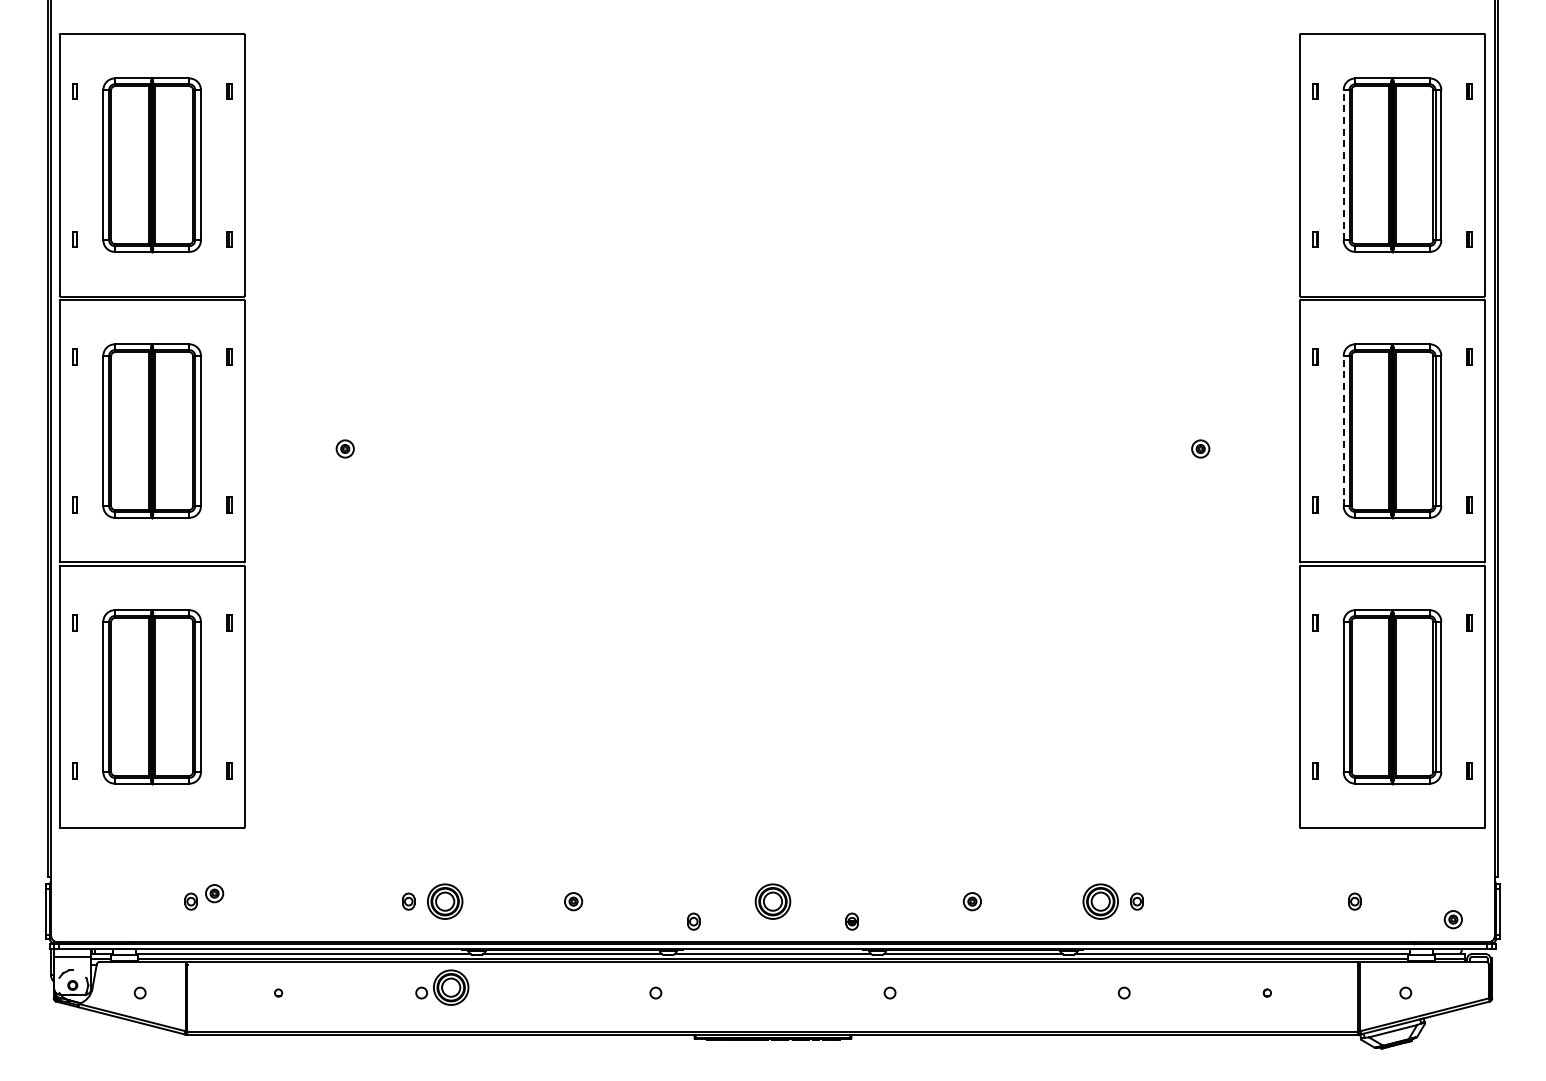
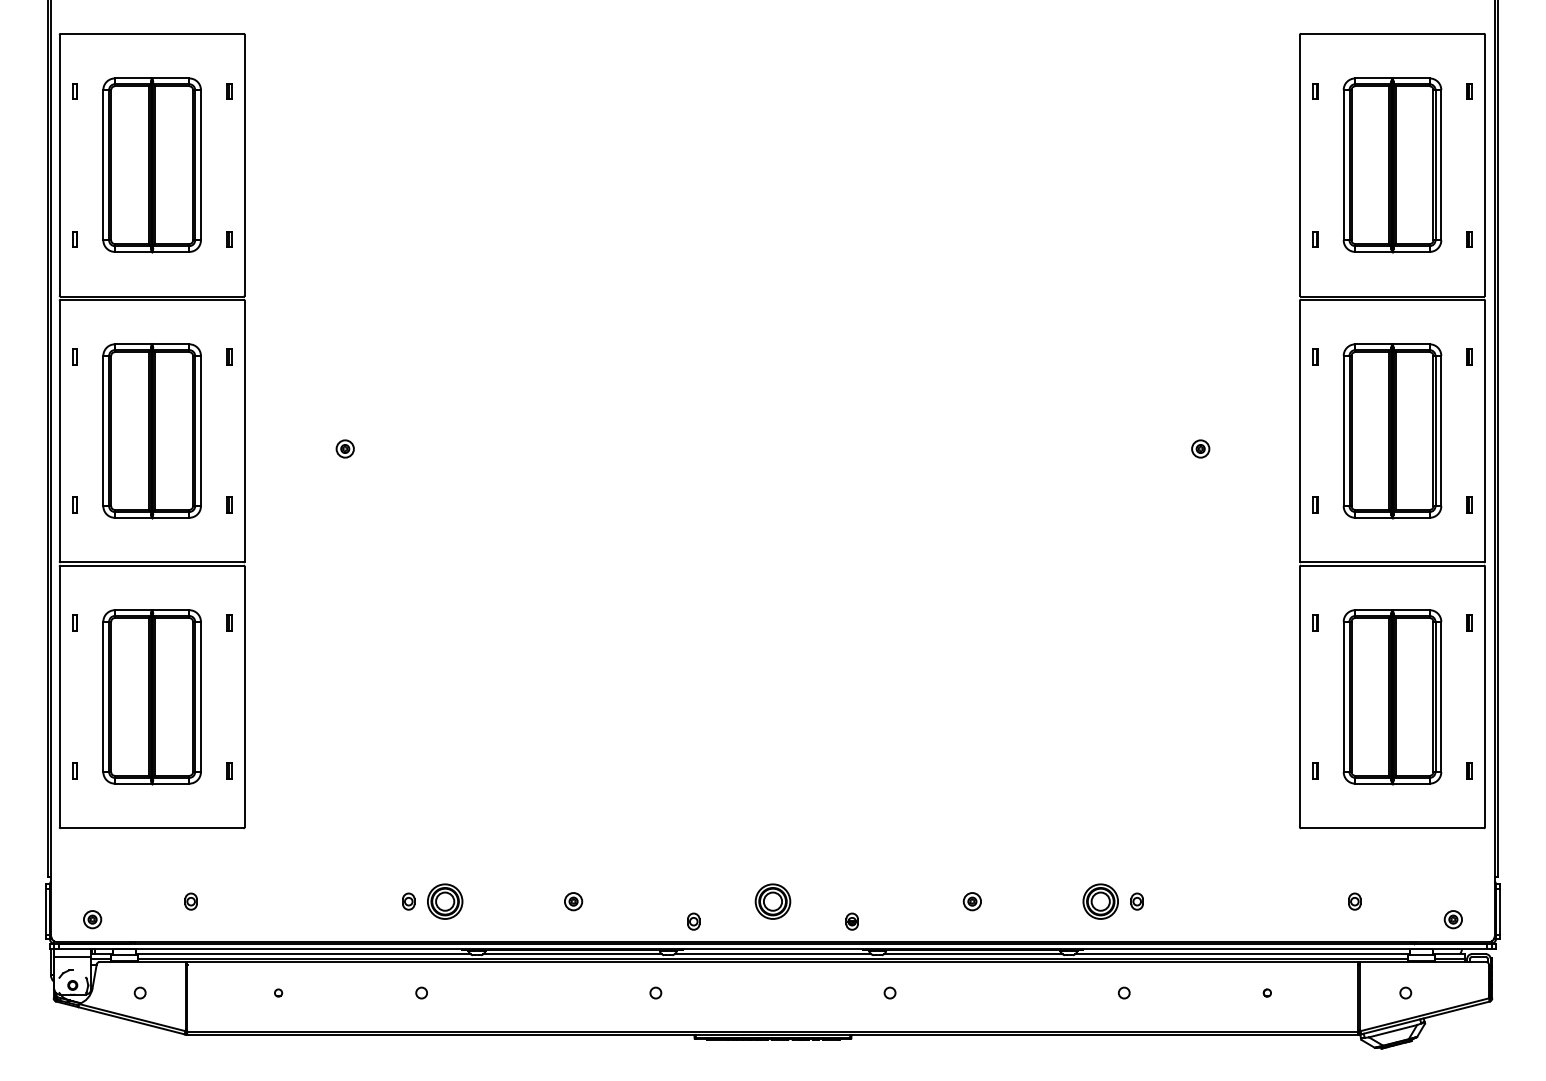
line at (1343, 164): dashed -> solid
line at (1343, 430): dashed -> solid
part at (214, 893) position: (214, 893) -> (92, 919)
part at (451, 987): present -> none
